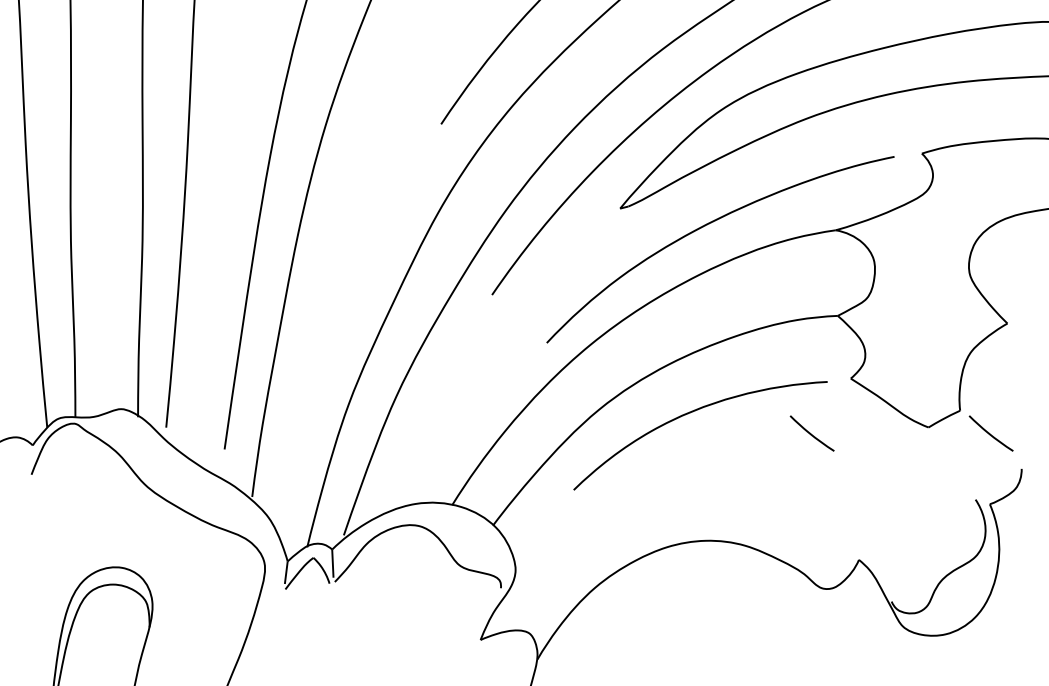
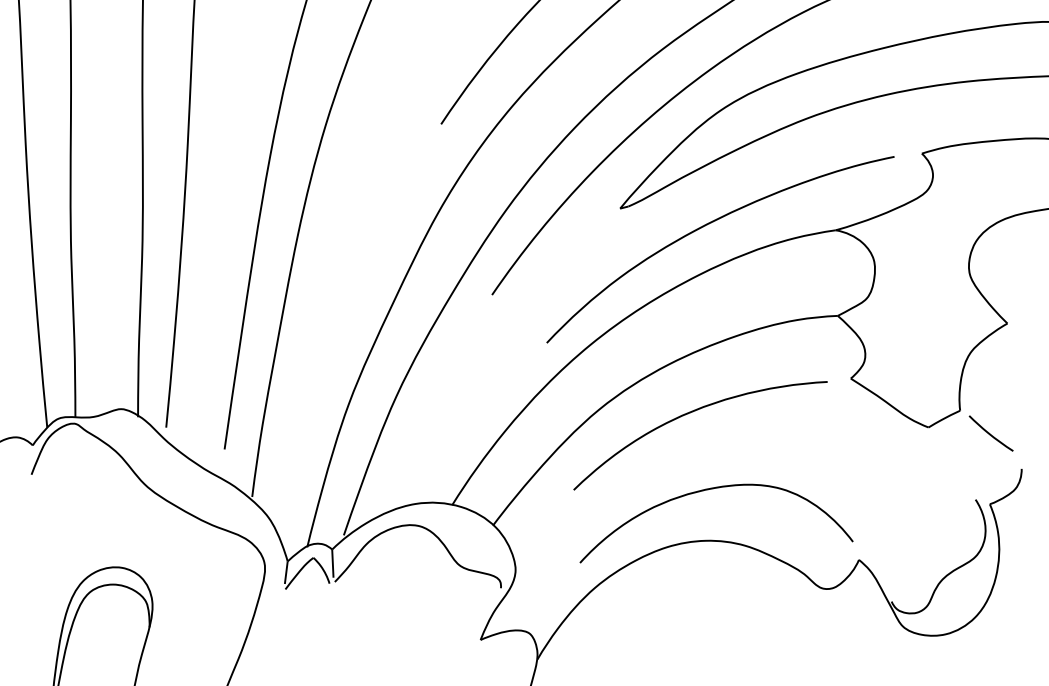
curve at (811, 433): present -> none
curve at (708, 490): none -> present
